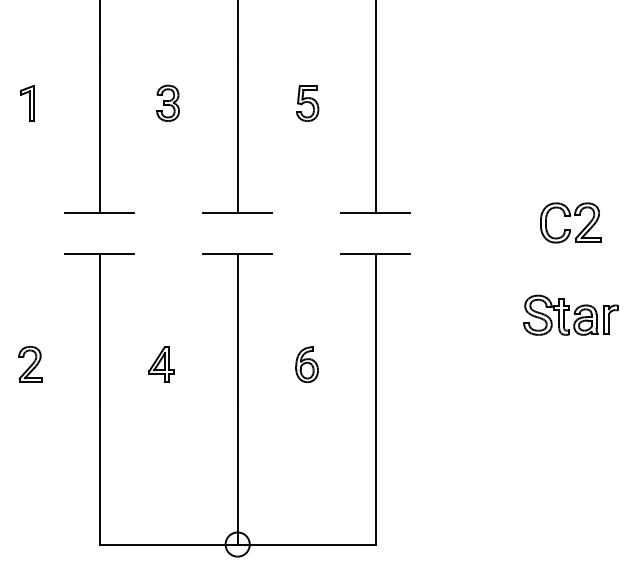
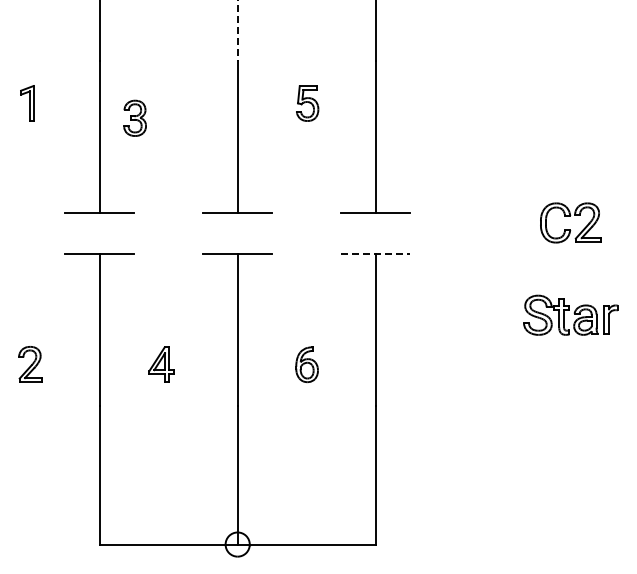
line at (237, 31): solid -> dashed
part at (167, 102) position: (167, 102) -> (134, 117)
line at (375, 254): solid -> dashed
